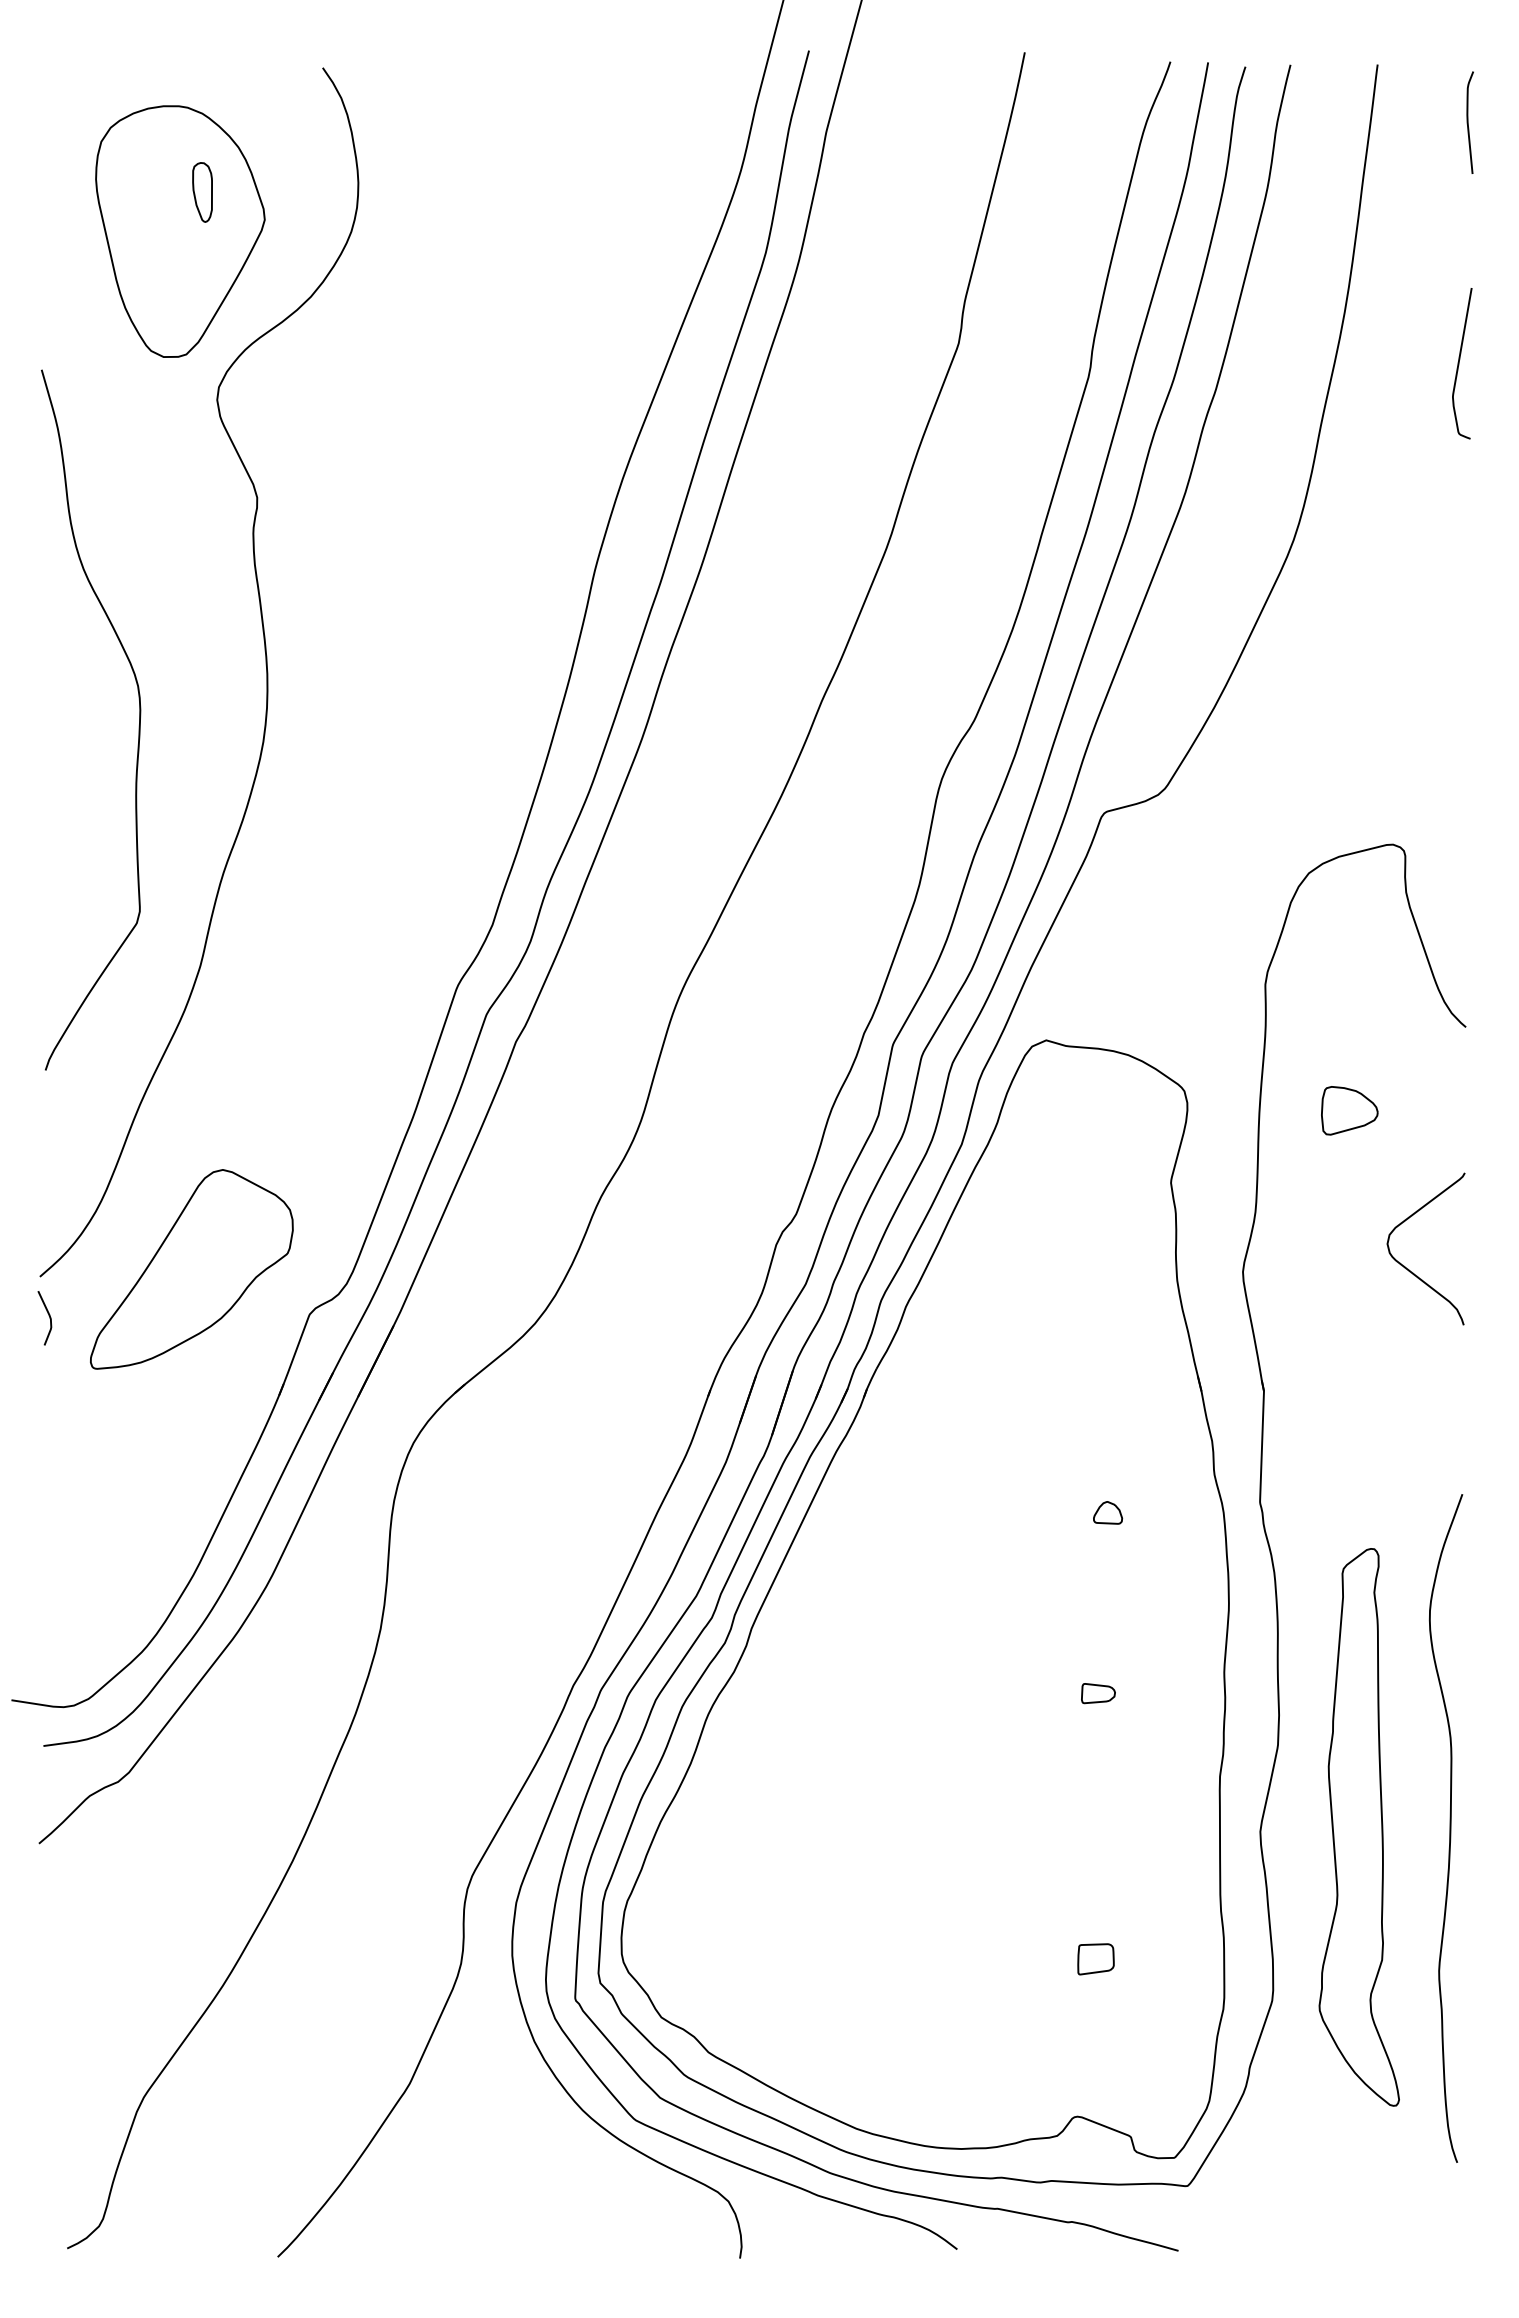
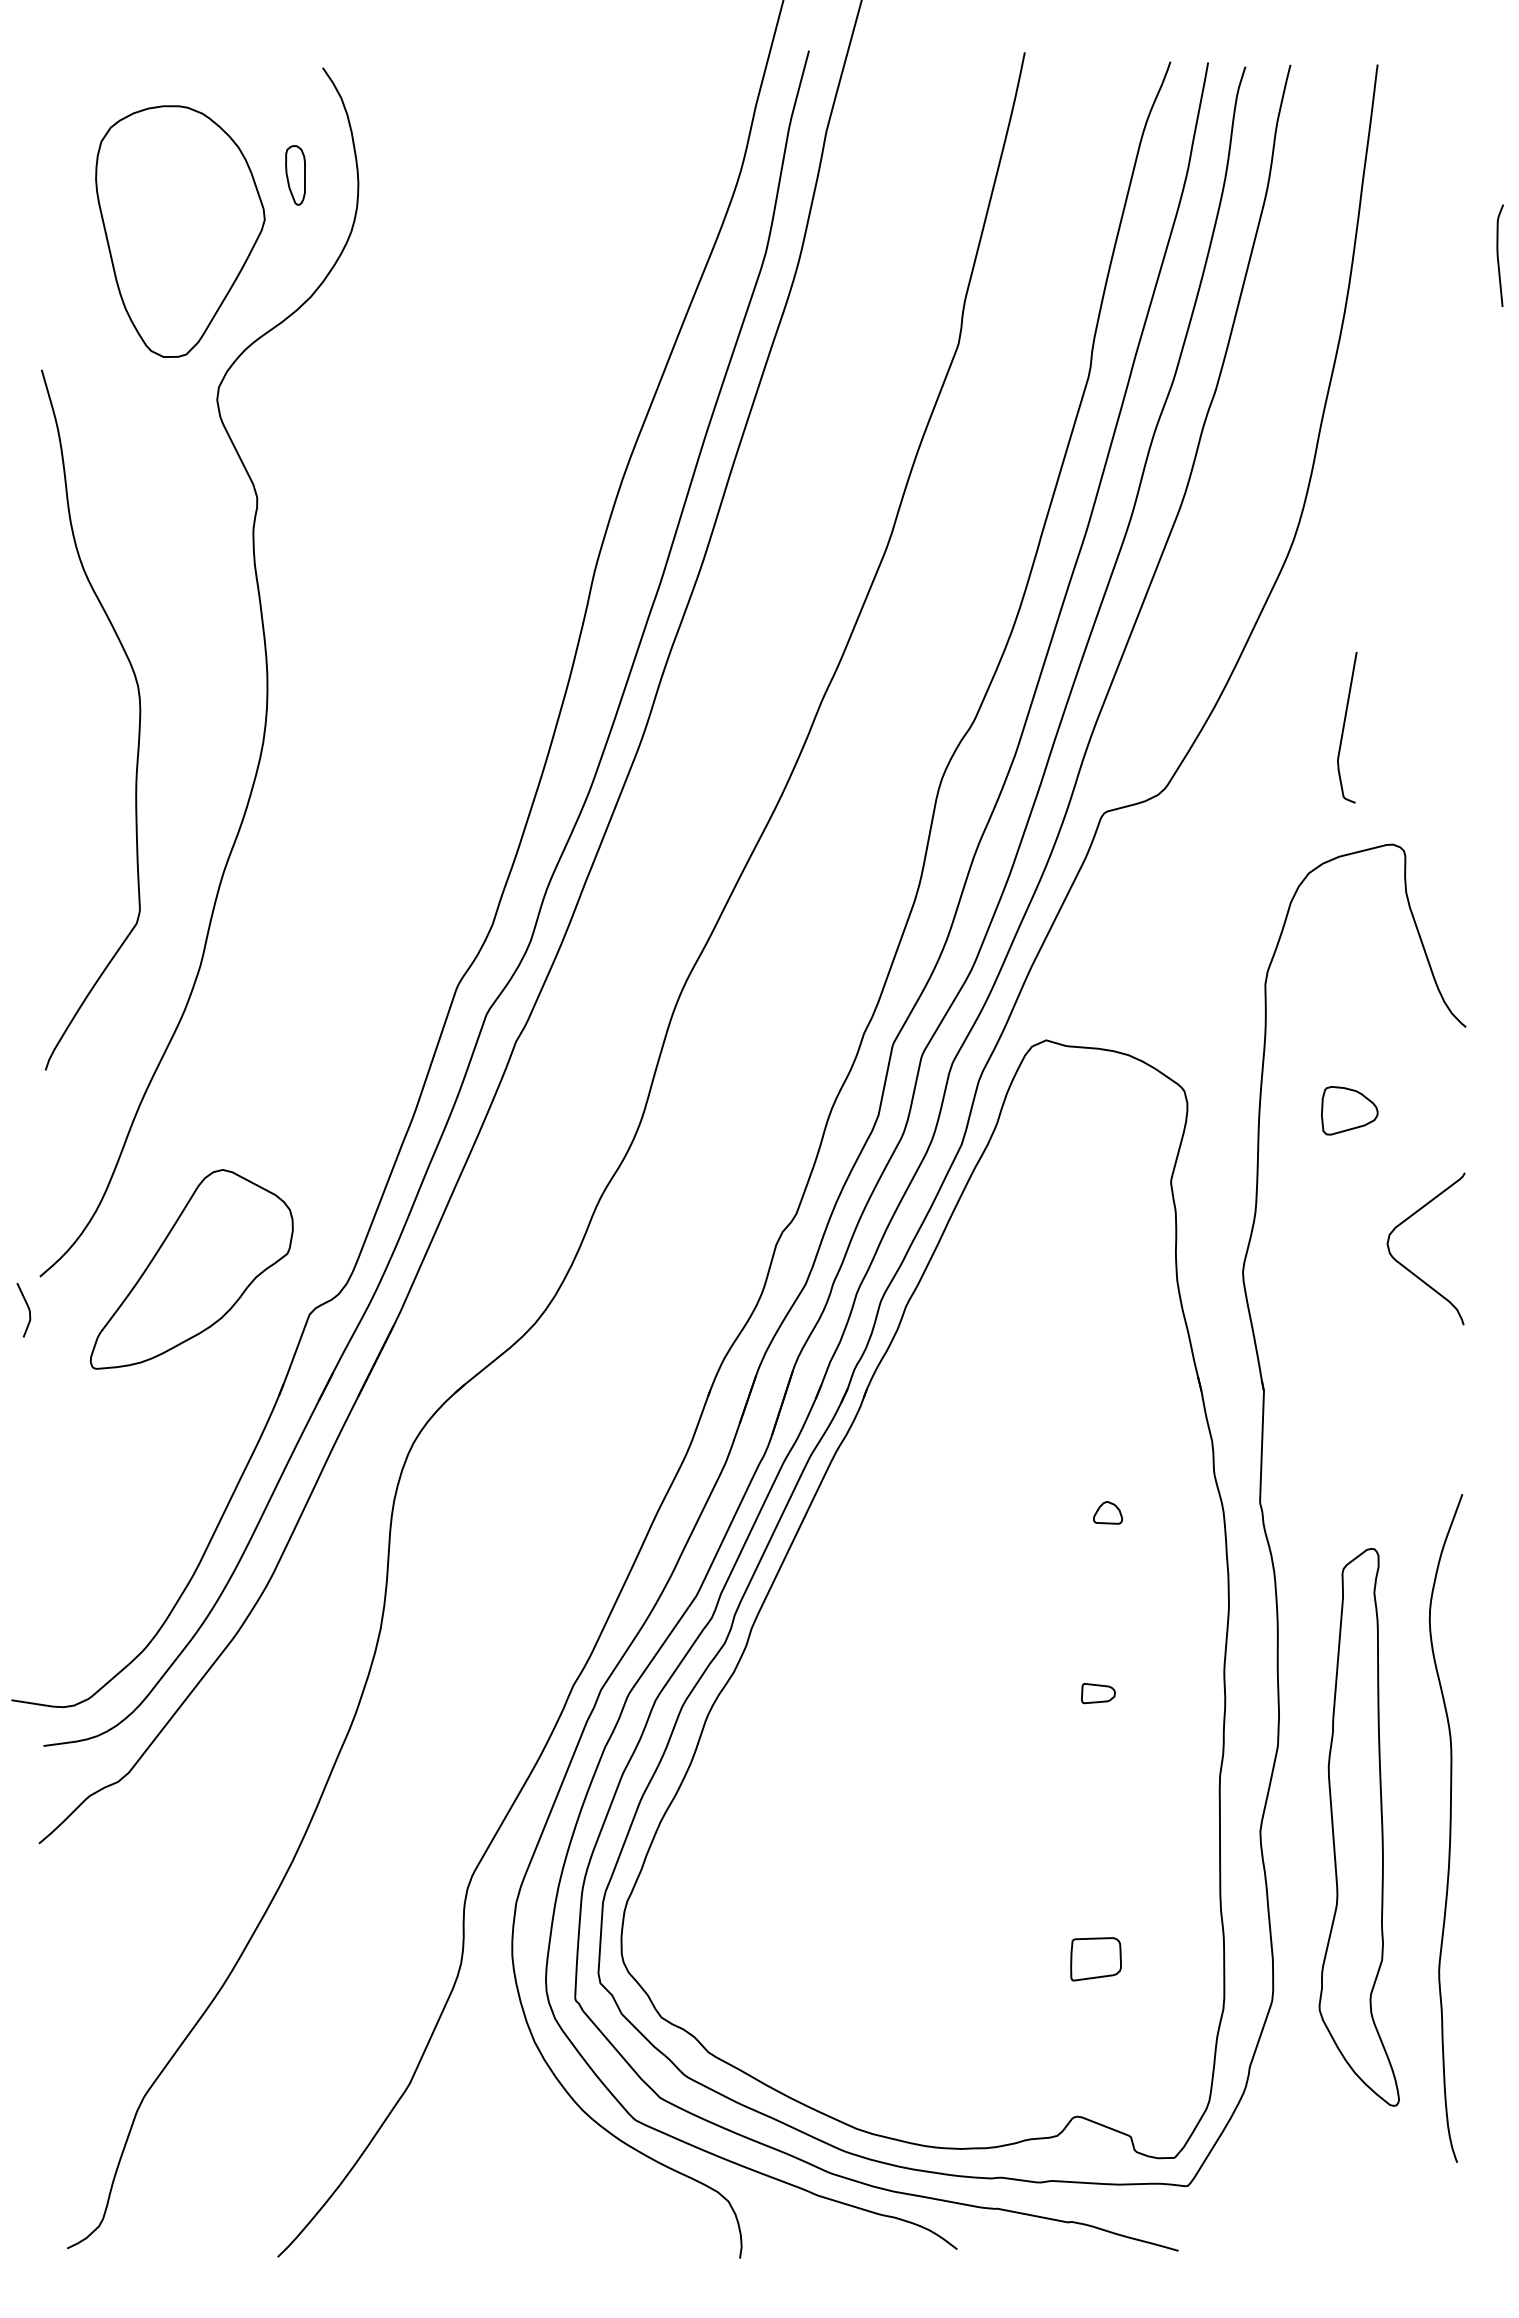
curve at (1468, 122) position: (1468, 122) -> (1498, 255)
part at (202, 192) position: (202, 192) -> (295, 175)
curve at (1459, 363) position: (1459, 363) -> (1344, 727)
curve at (48, 1315) position: (48, 1315) -> (27, 1307)
part at (1095, 1959) size: 38x33 px -> 52x45 px
